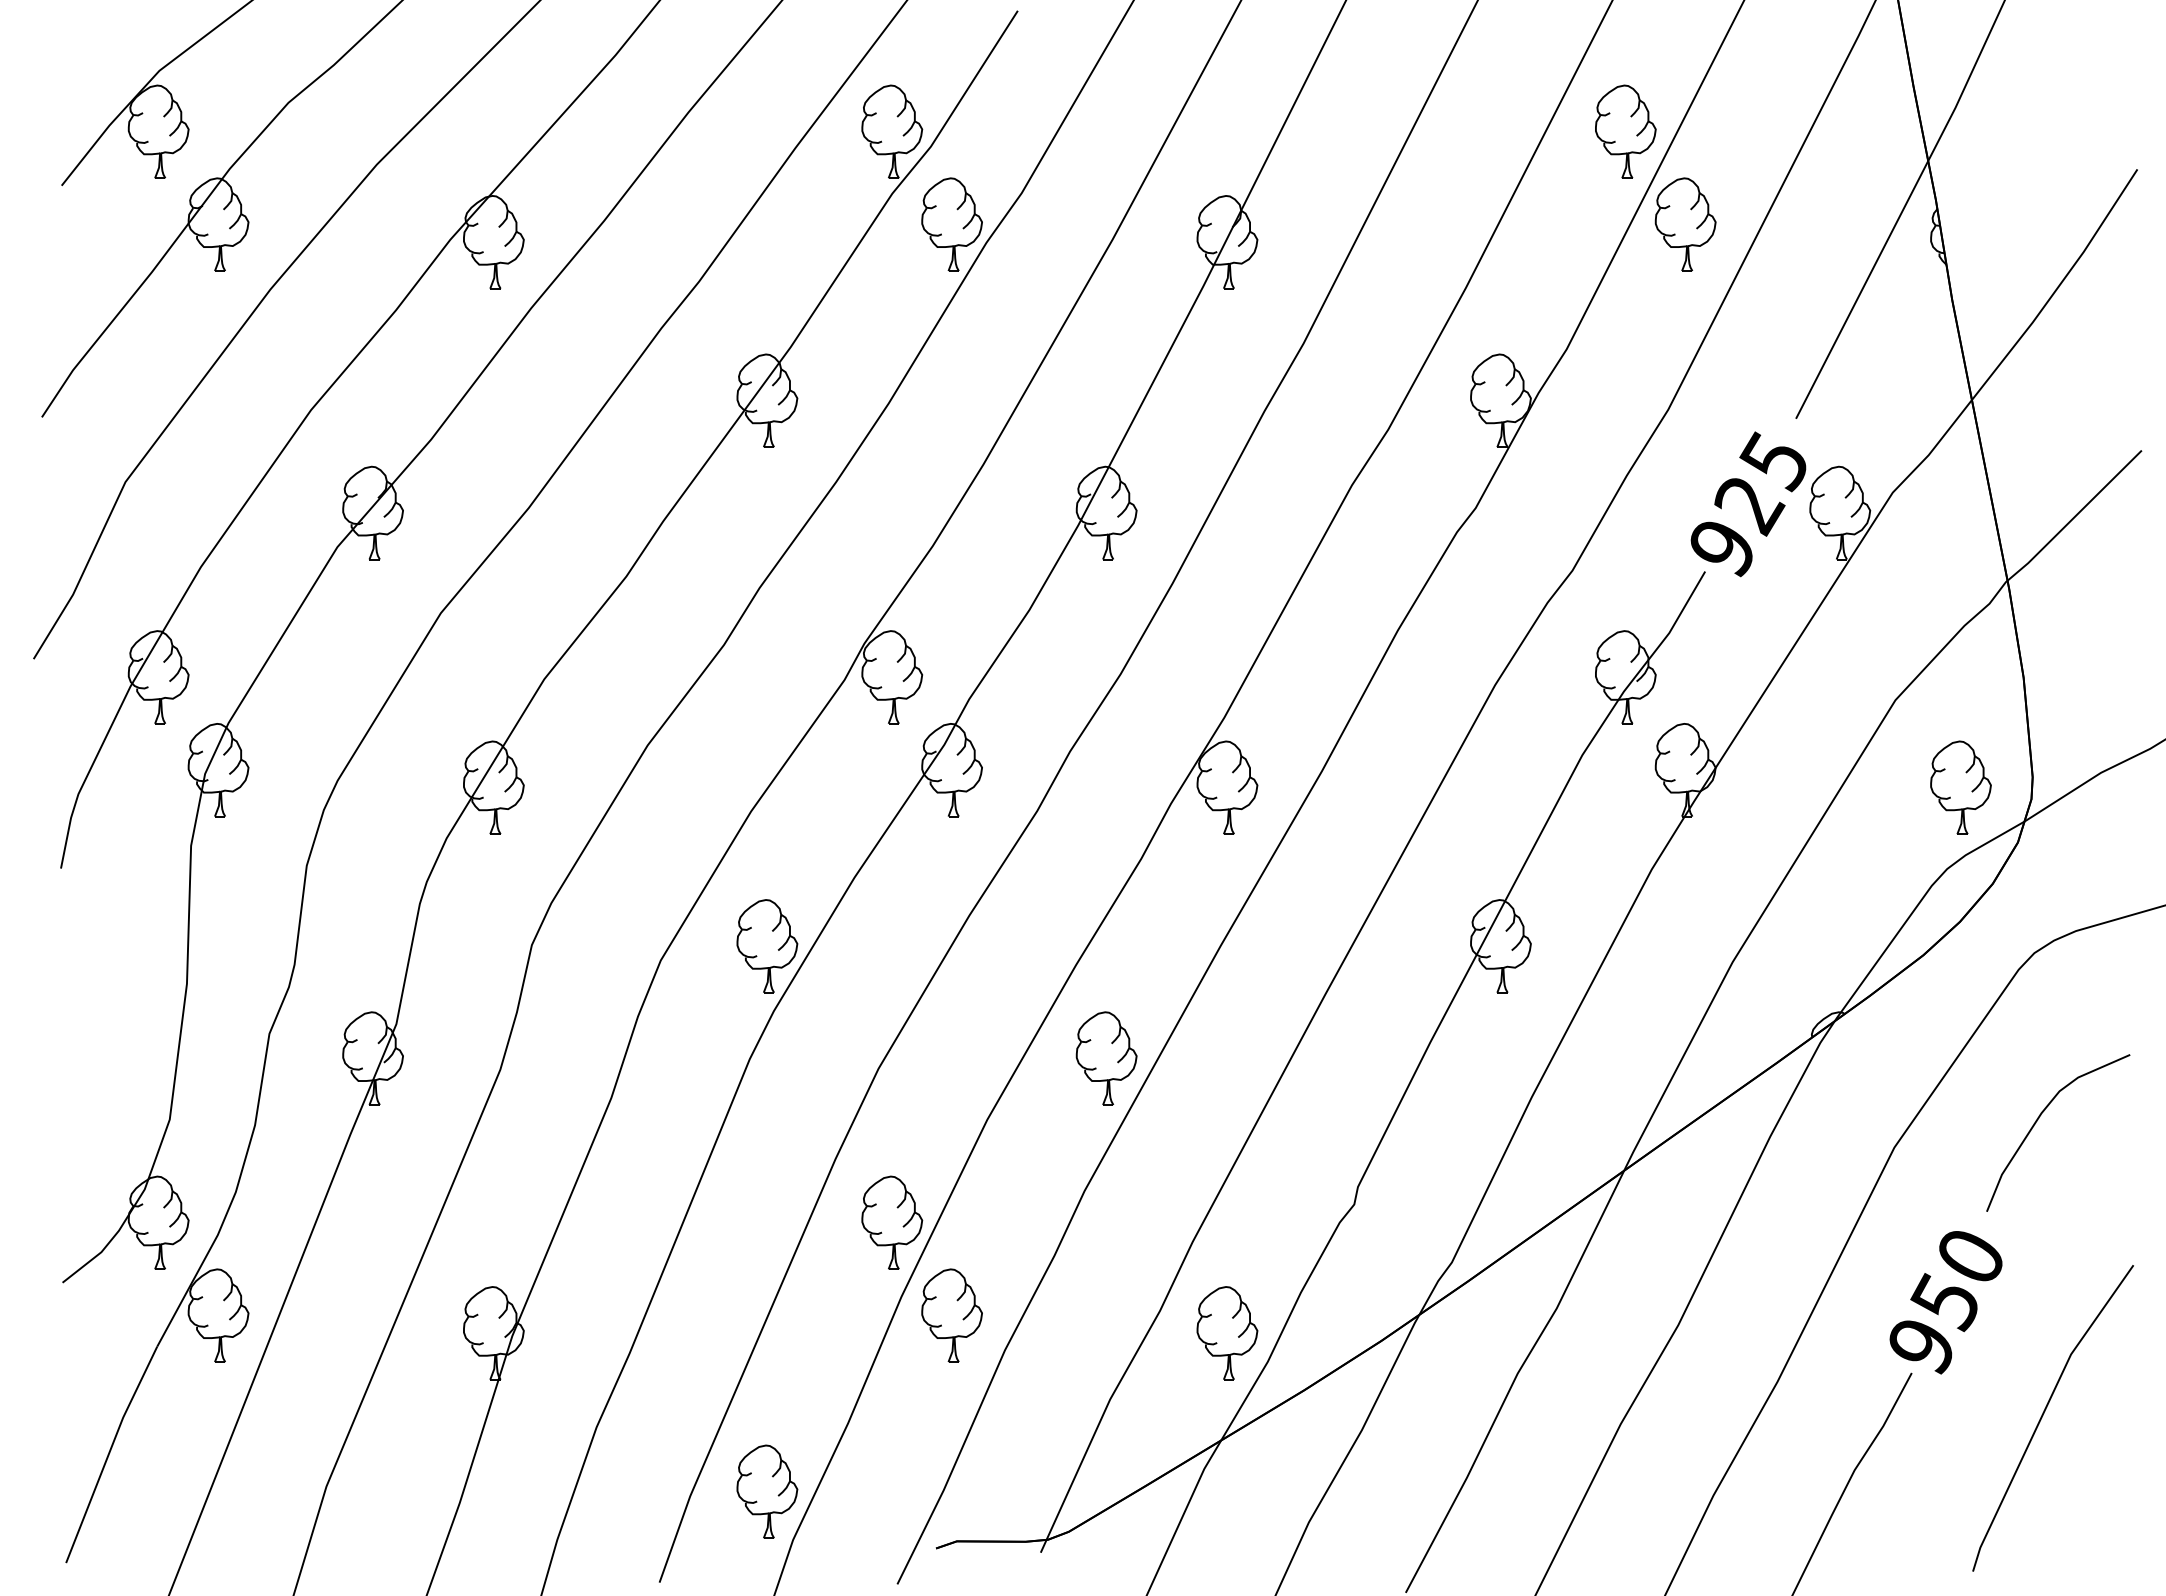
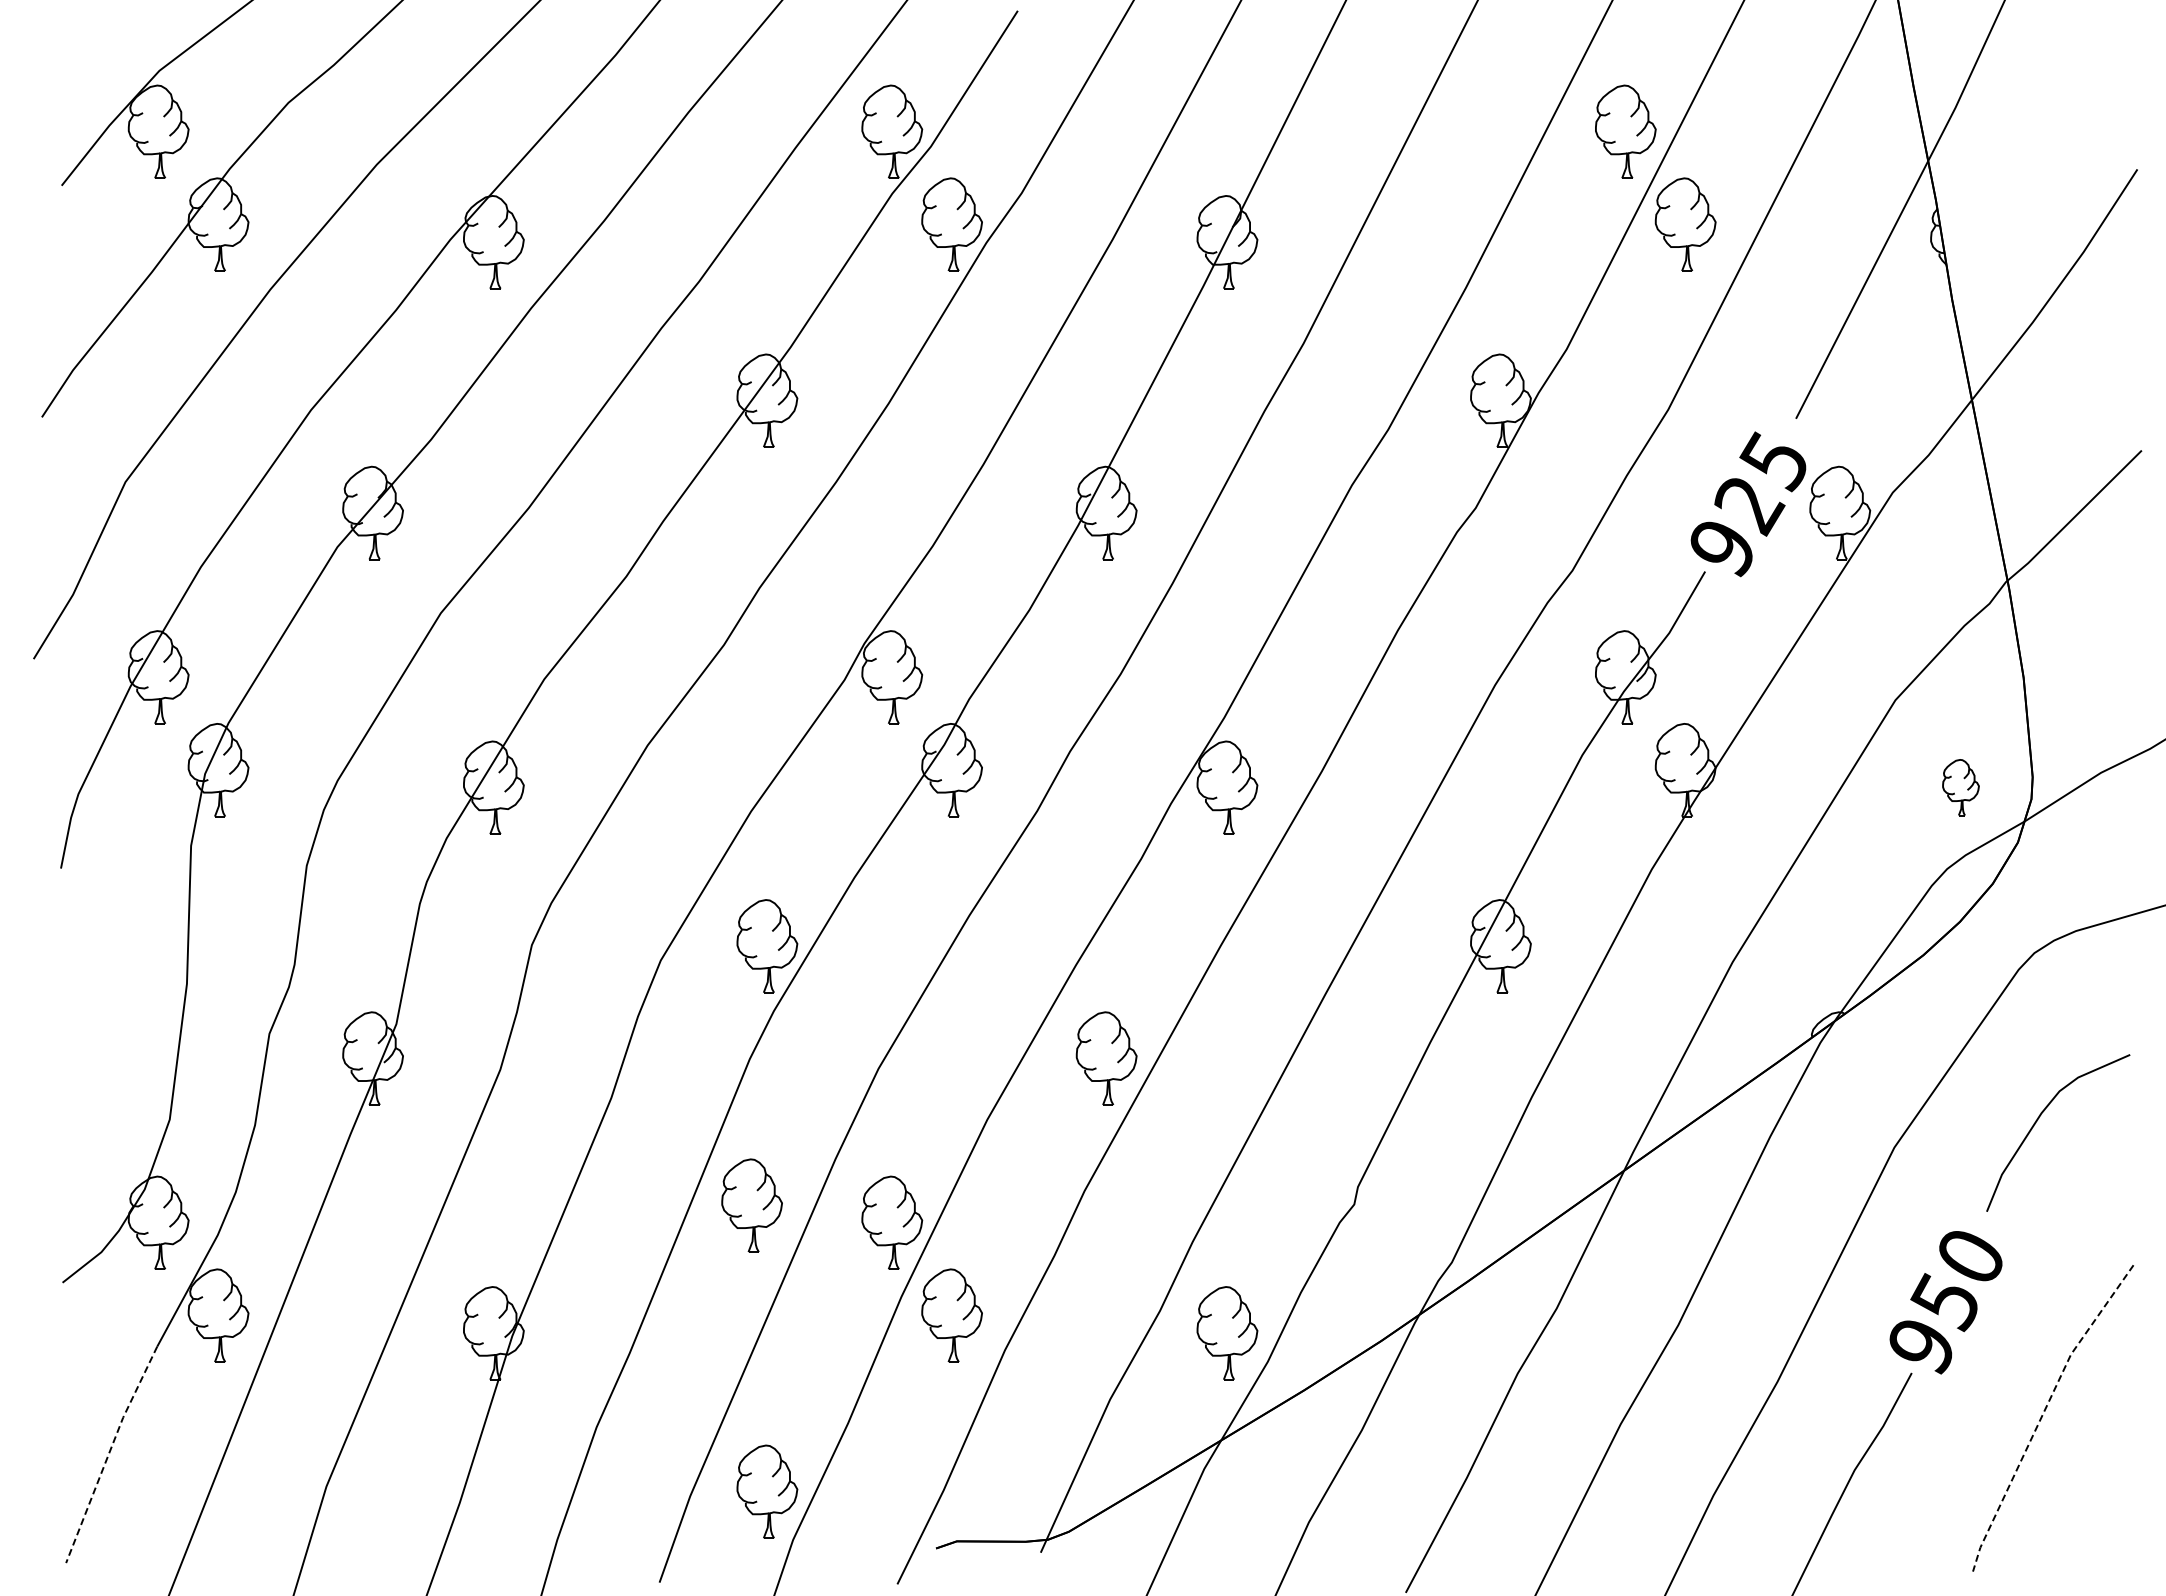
part at (1960, 787) size: 62x95 px -> 38x58 px
part at (751, 1205): none -> present
line at (2043, 1414): solid -> dashed
line at (109, 1453): solid -> dashed
